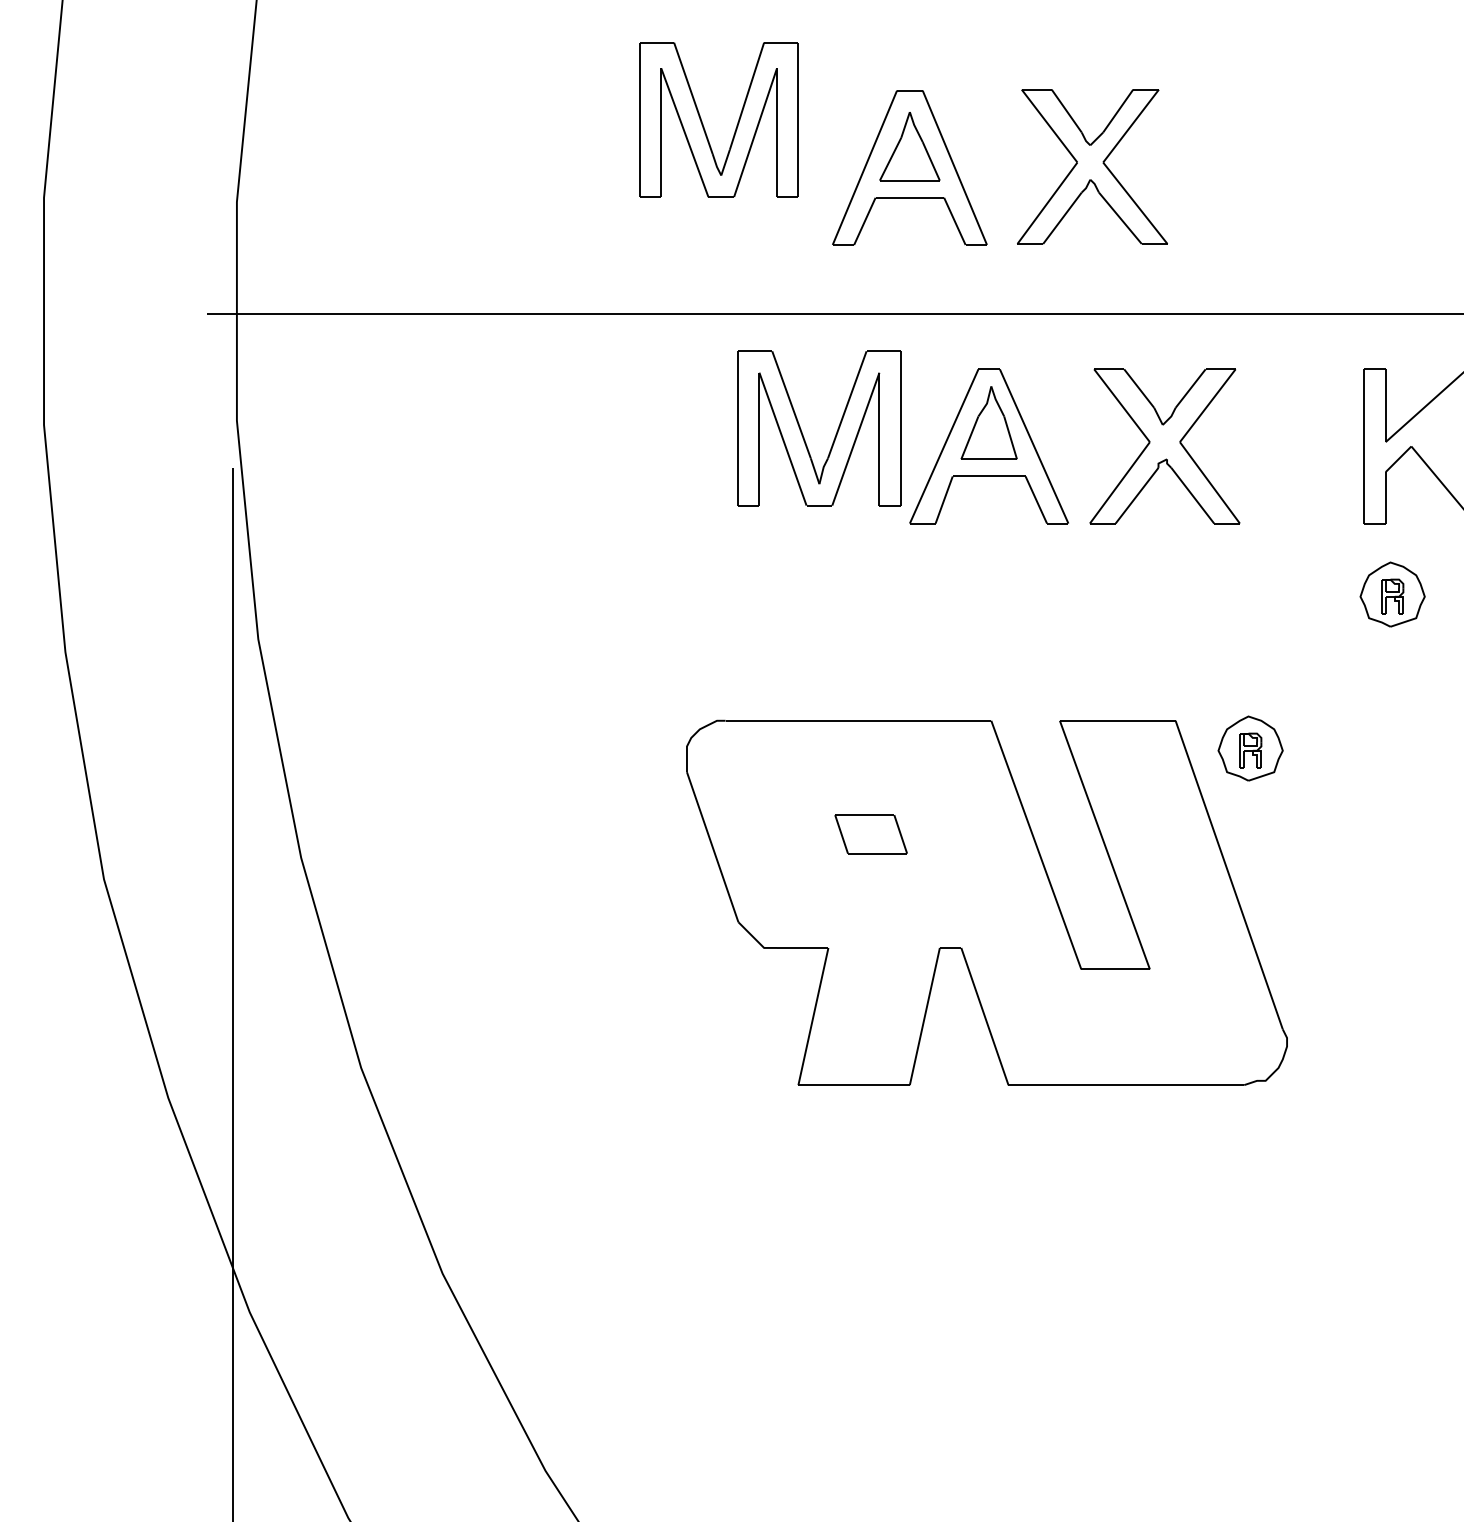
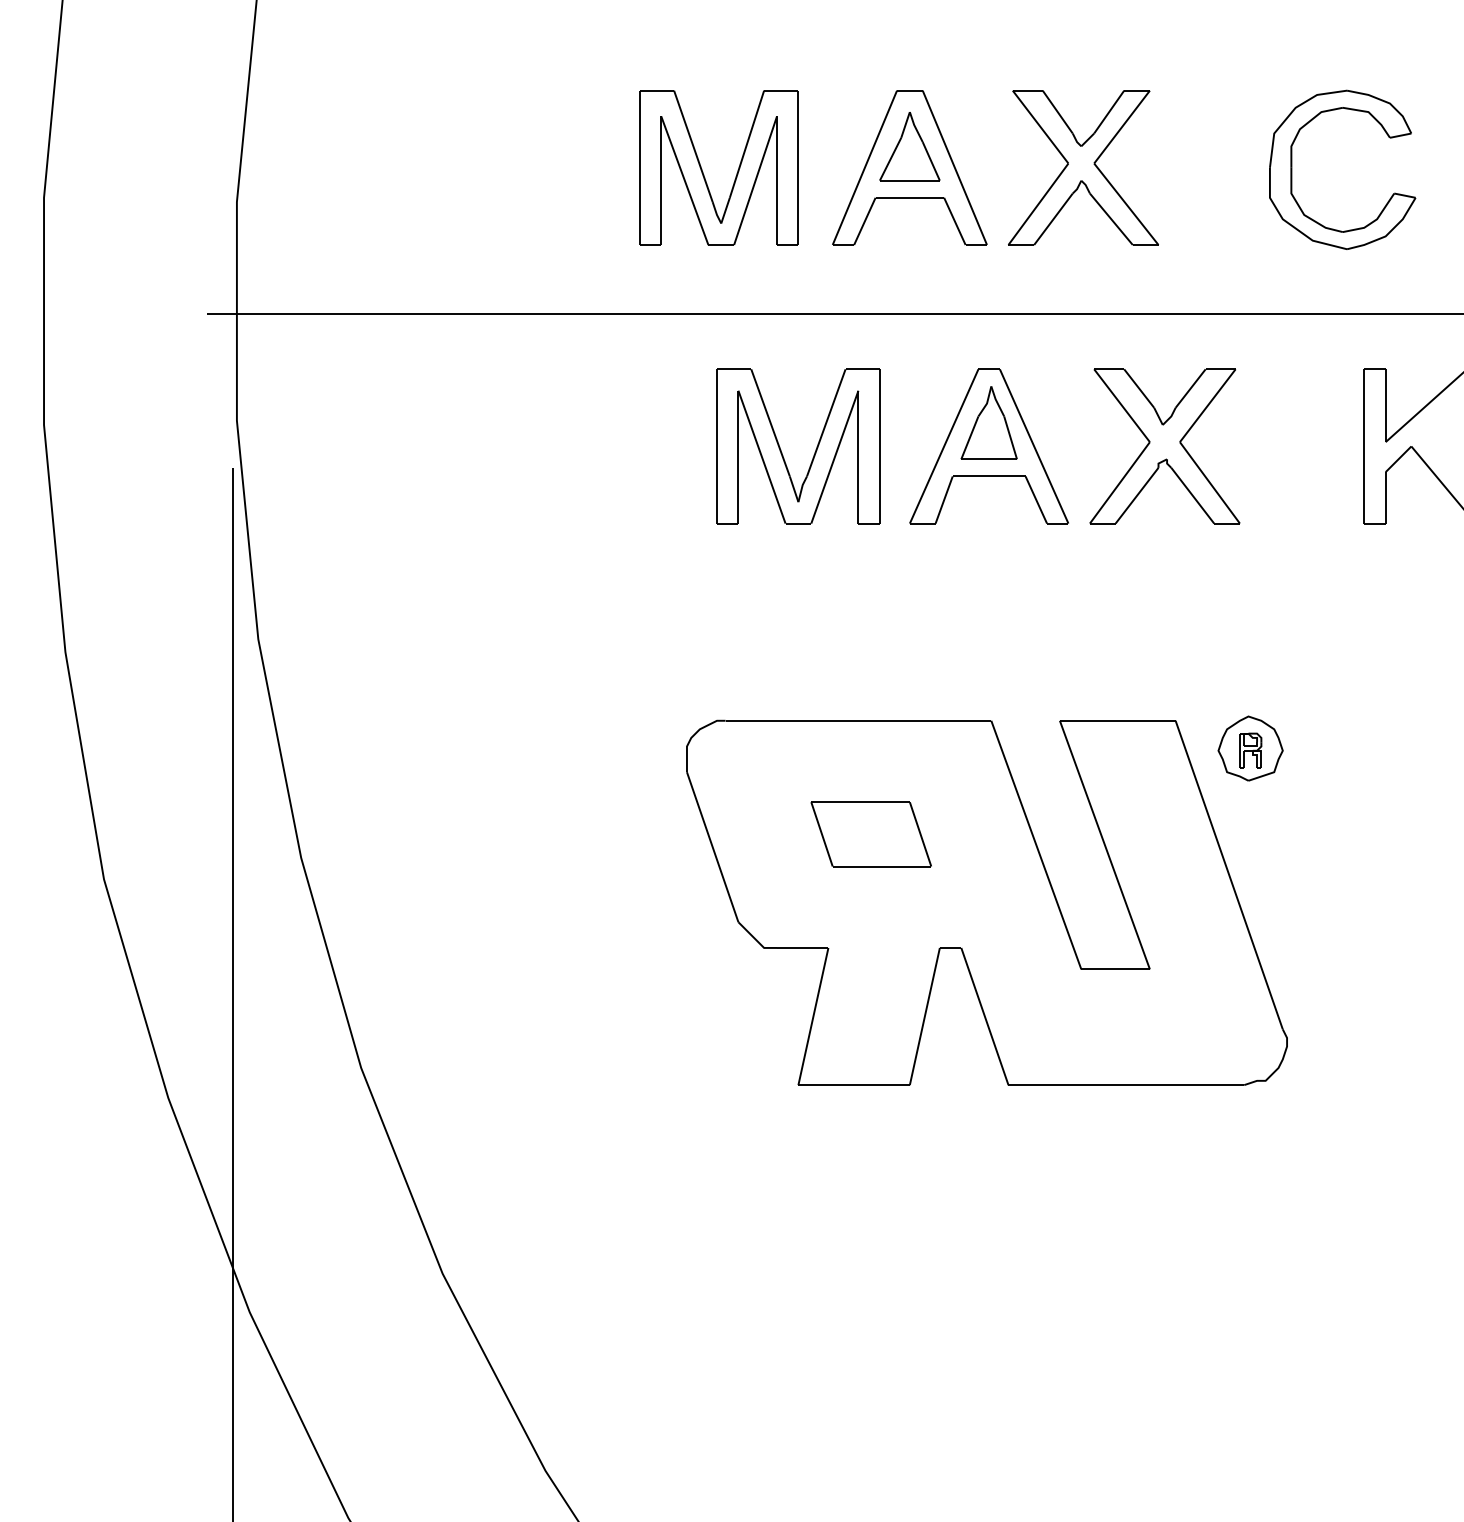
part at (703, 123) position: (703, 123) -> (703, 171)
part at (1092, 166) position: (1092, 166) -> (1083, 167)
part at (1292, 169): none -> present
part at (803, 434) position: (803, 434) -> (782, 452)
part at (1392, 594): present -> none
part at (870, 834) size: 74x41 px -> 122x67 px
